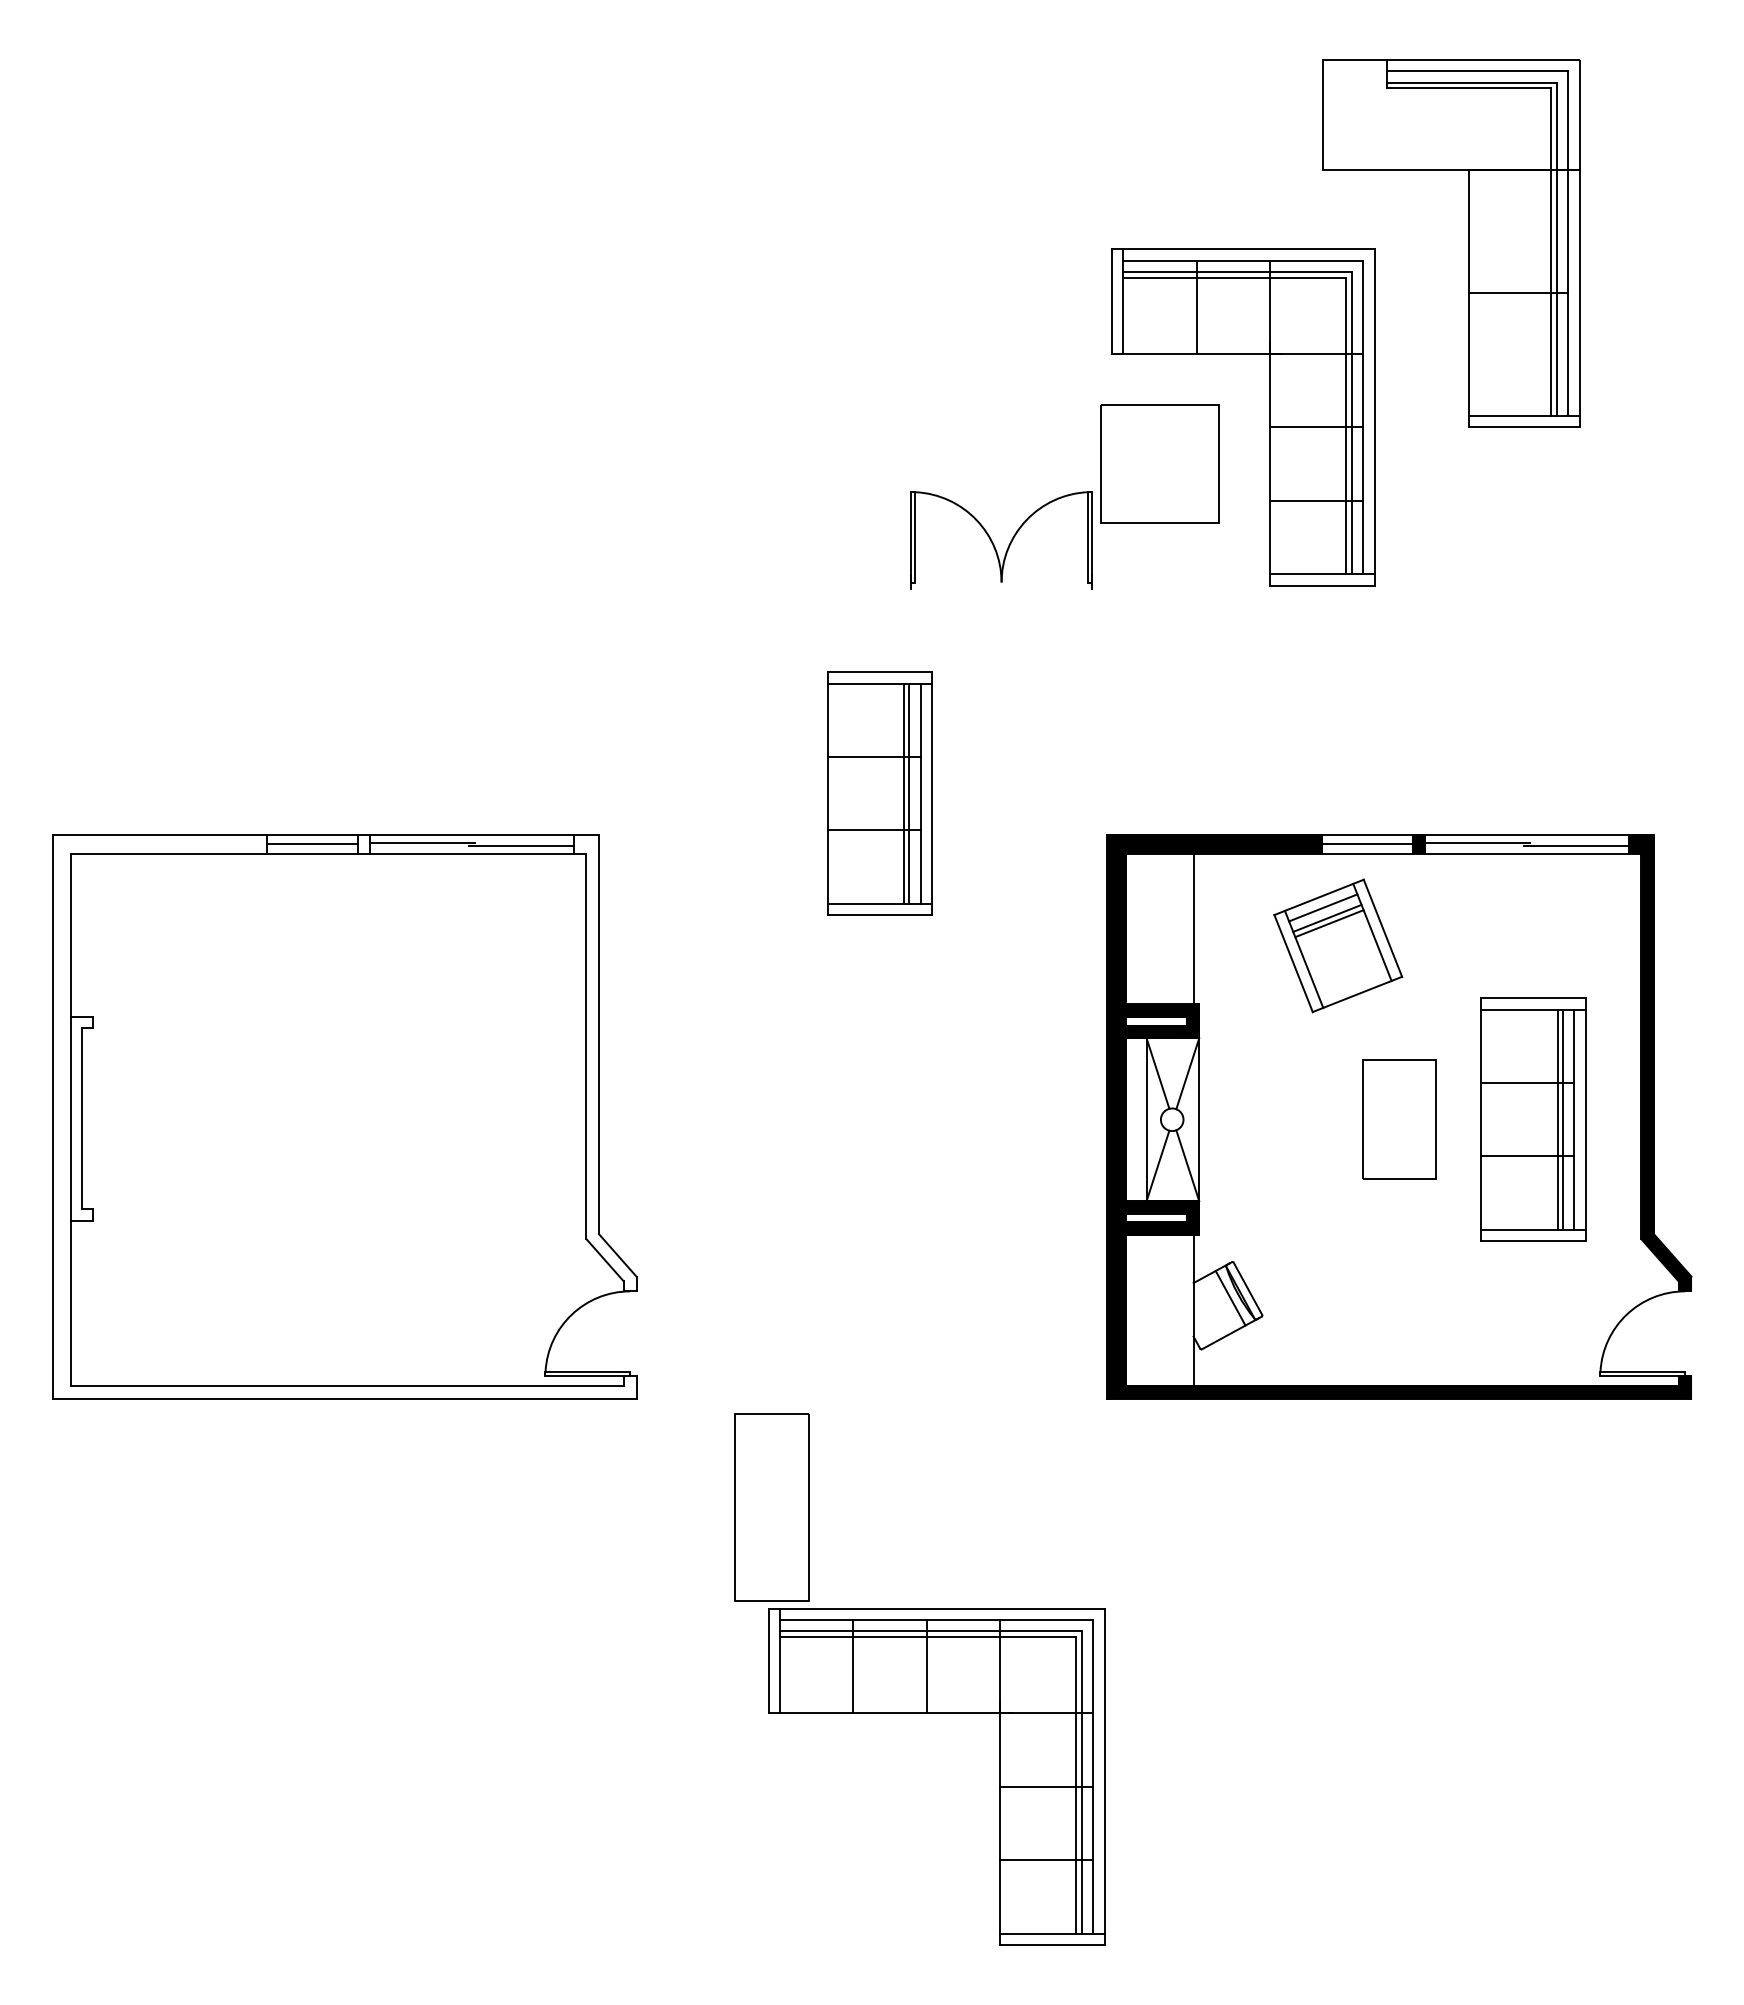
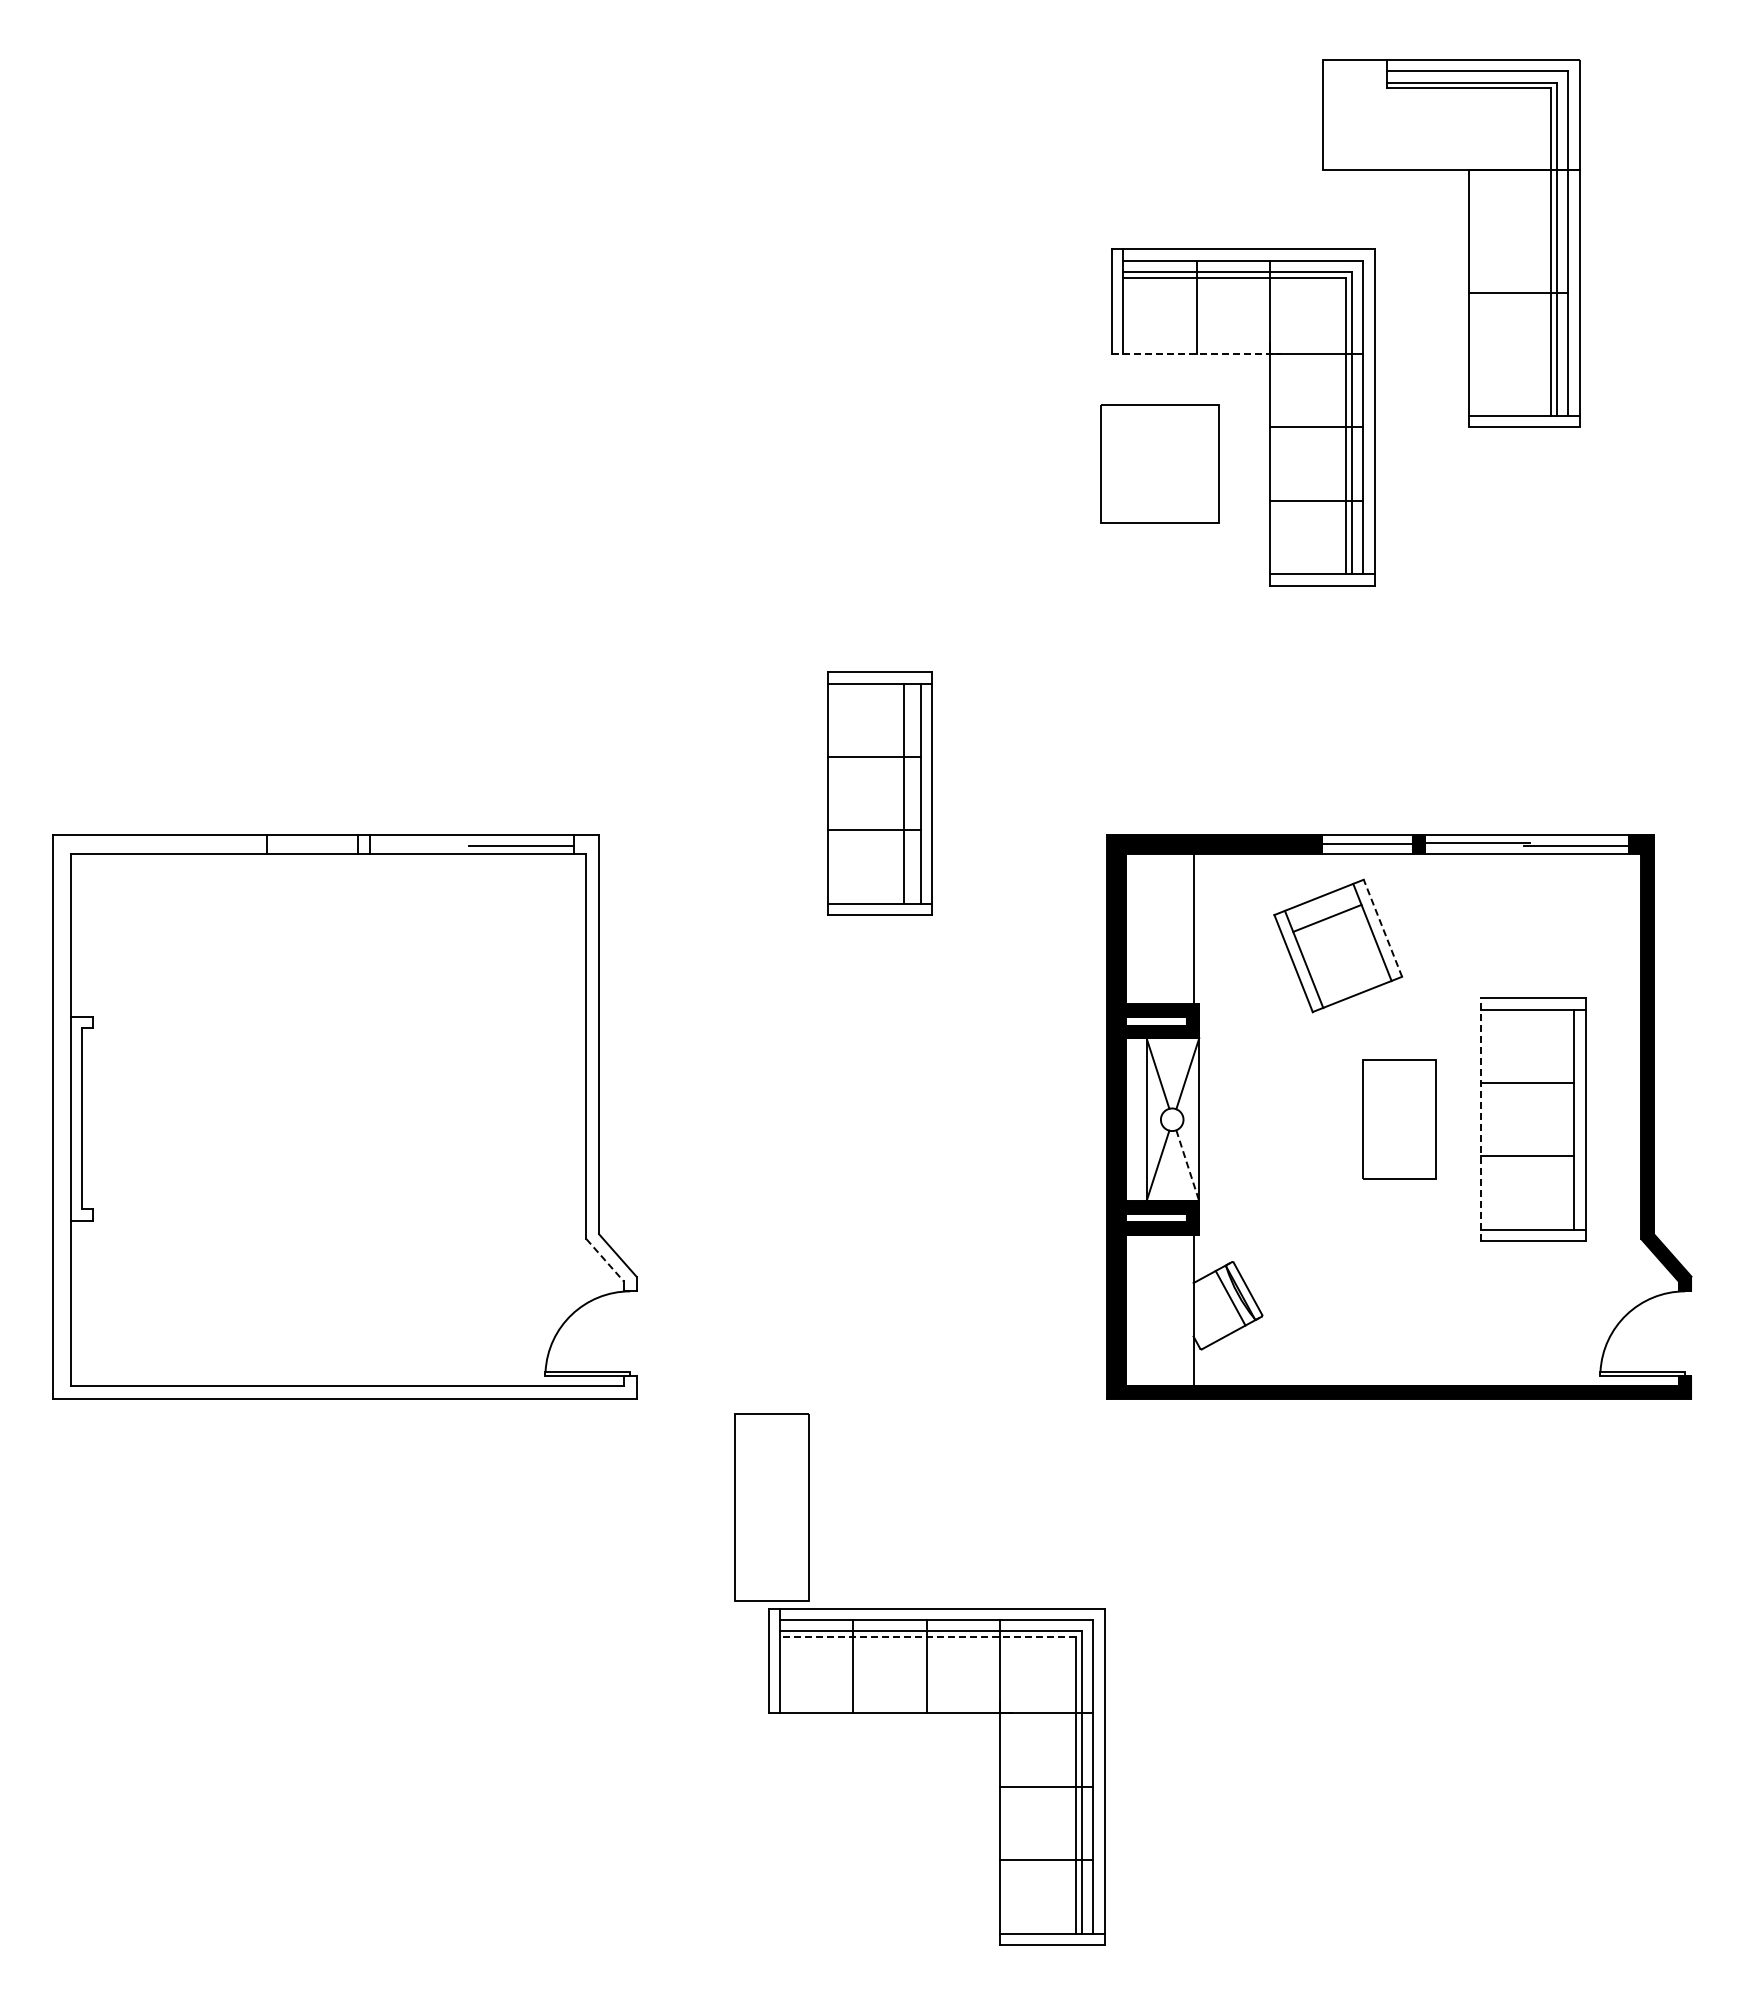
line at (1196, 353): solid -> dashed
part at (994, 544): present -> none
line at (909, 793): present -> none
line at (422, 842): present -> none
line at (312, 844): present -> none
line at (1323, 907): present -> none
line at (1329, 923): present -> none
line at (1382, 927): solid -> dashed
line at (1481, 1119): solid -> dashed
line at (1557, 1119): present -> none
line at (1563, 1119): present -> none
line at (1187, 1166): solid -> dashed
line at (605, 1260): solid -> dashed
line at (927, 1636): solid -> dashed
